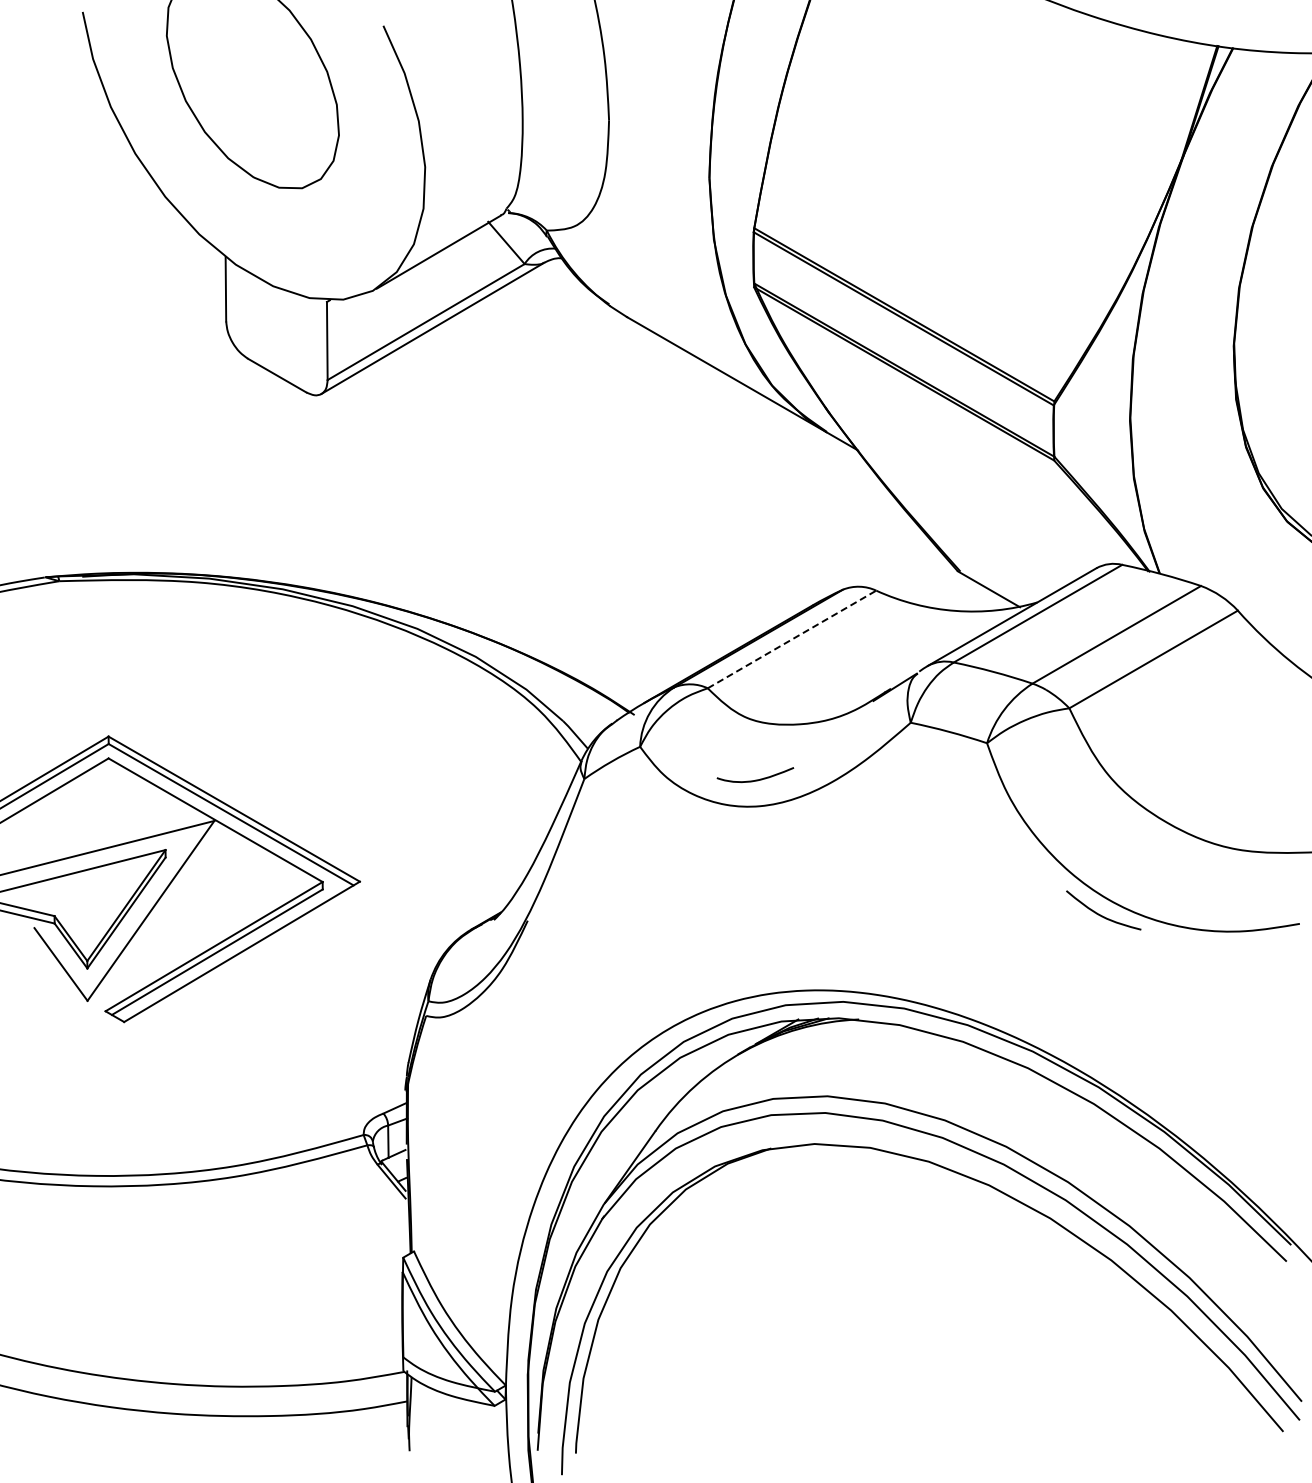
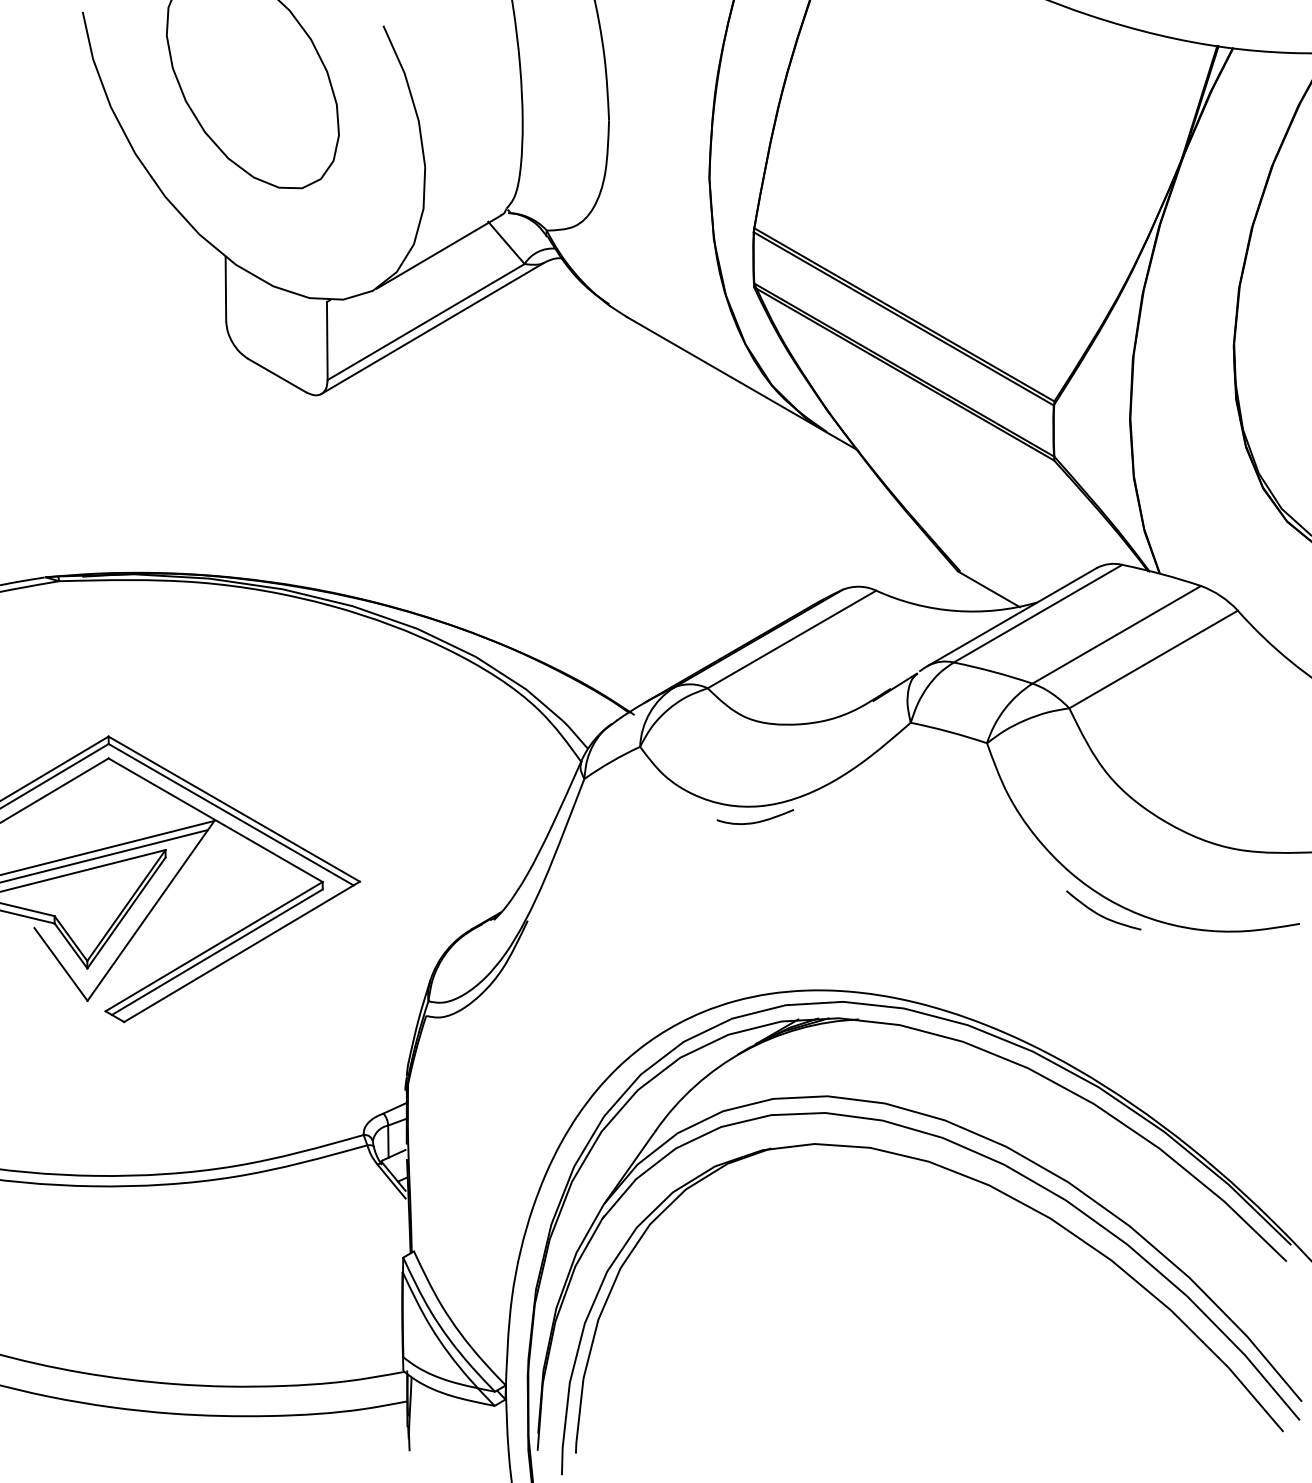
line at (792, 639): dashed -> solid
curve at (755, 779) position: (755, 779) -> (755, 821)
line at (104, 856): none -> present
